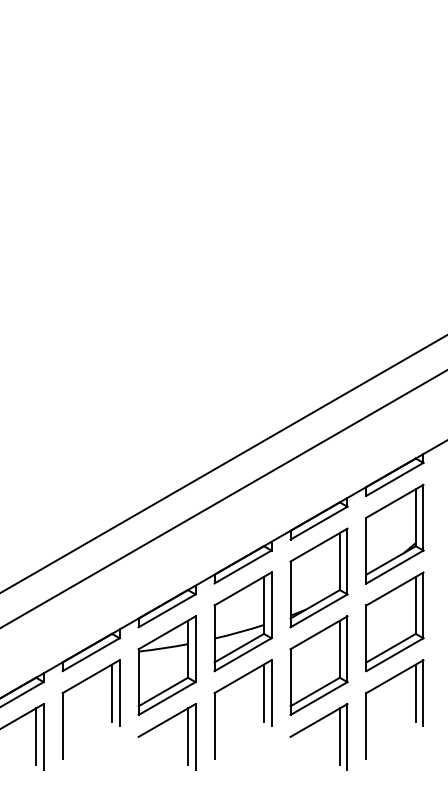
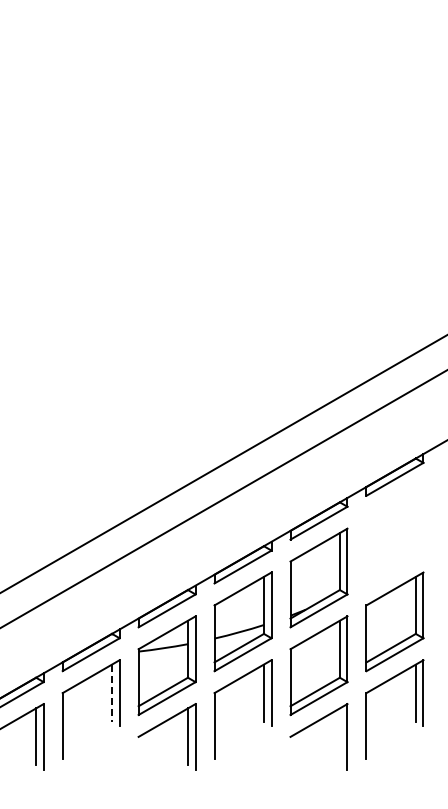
part at (394, 533): present -> none
line at (112, 693): solid -> dashed
line at (339, 736): present -> none
